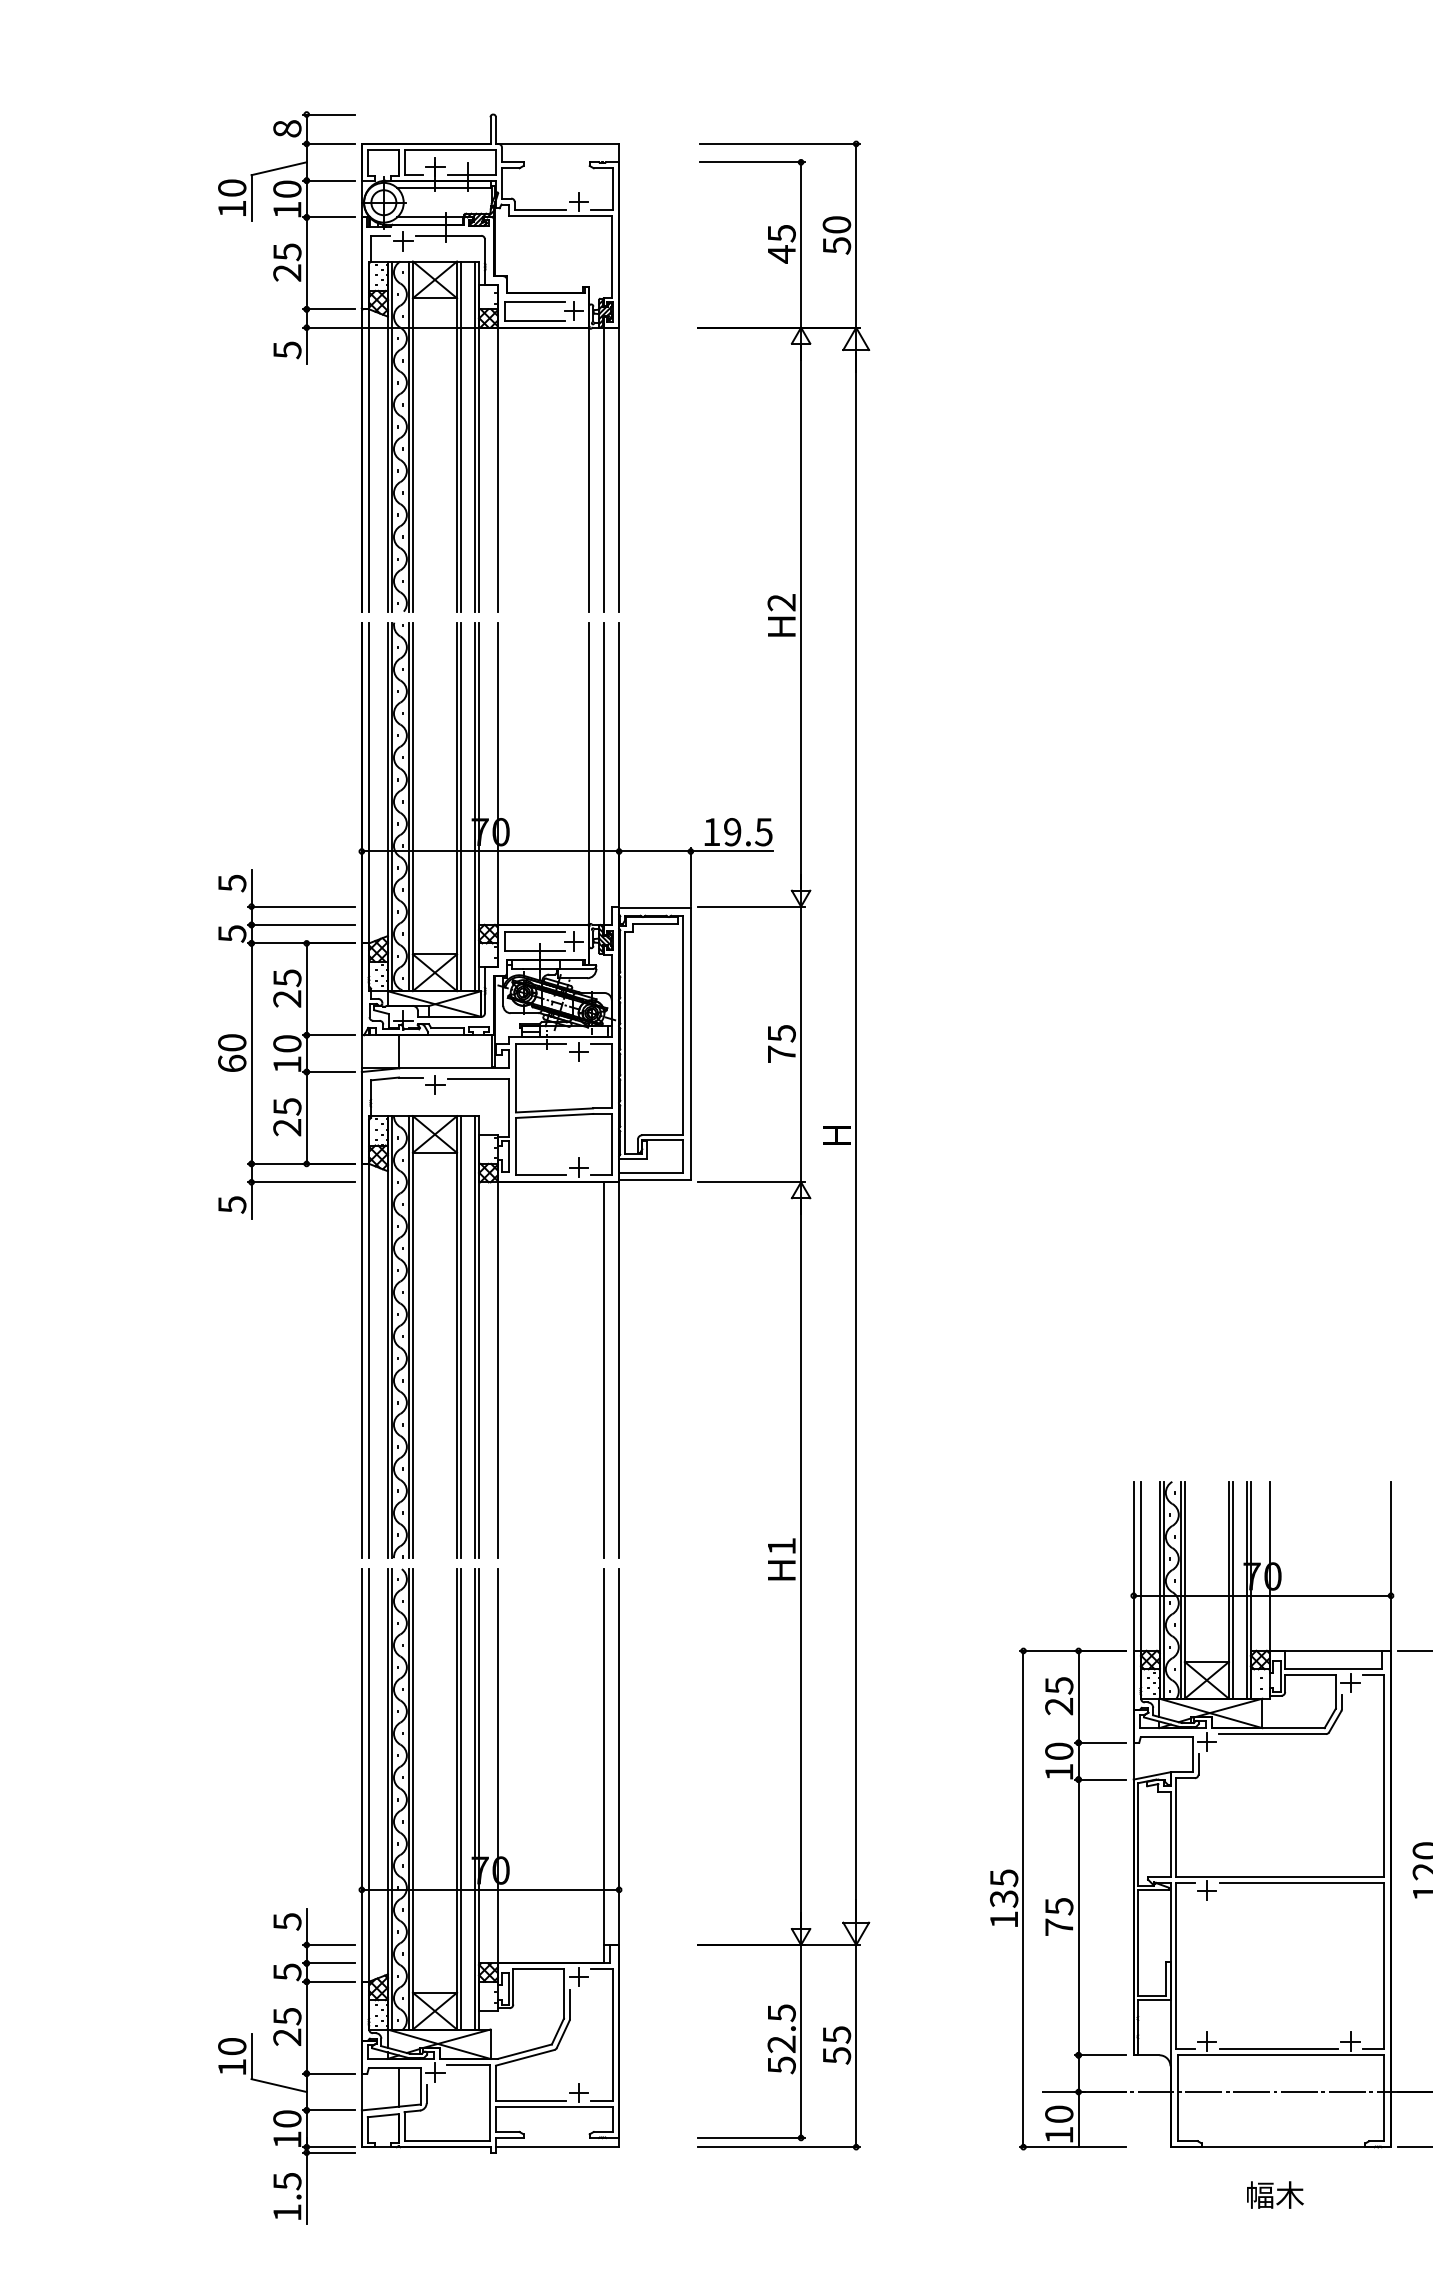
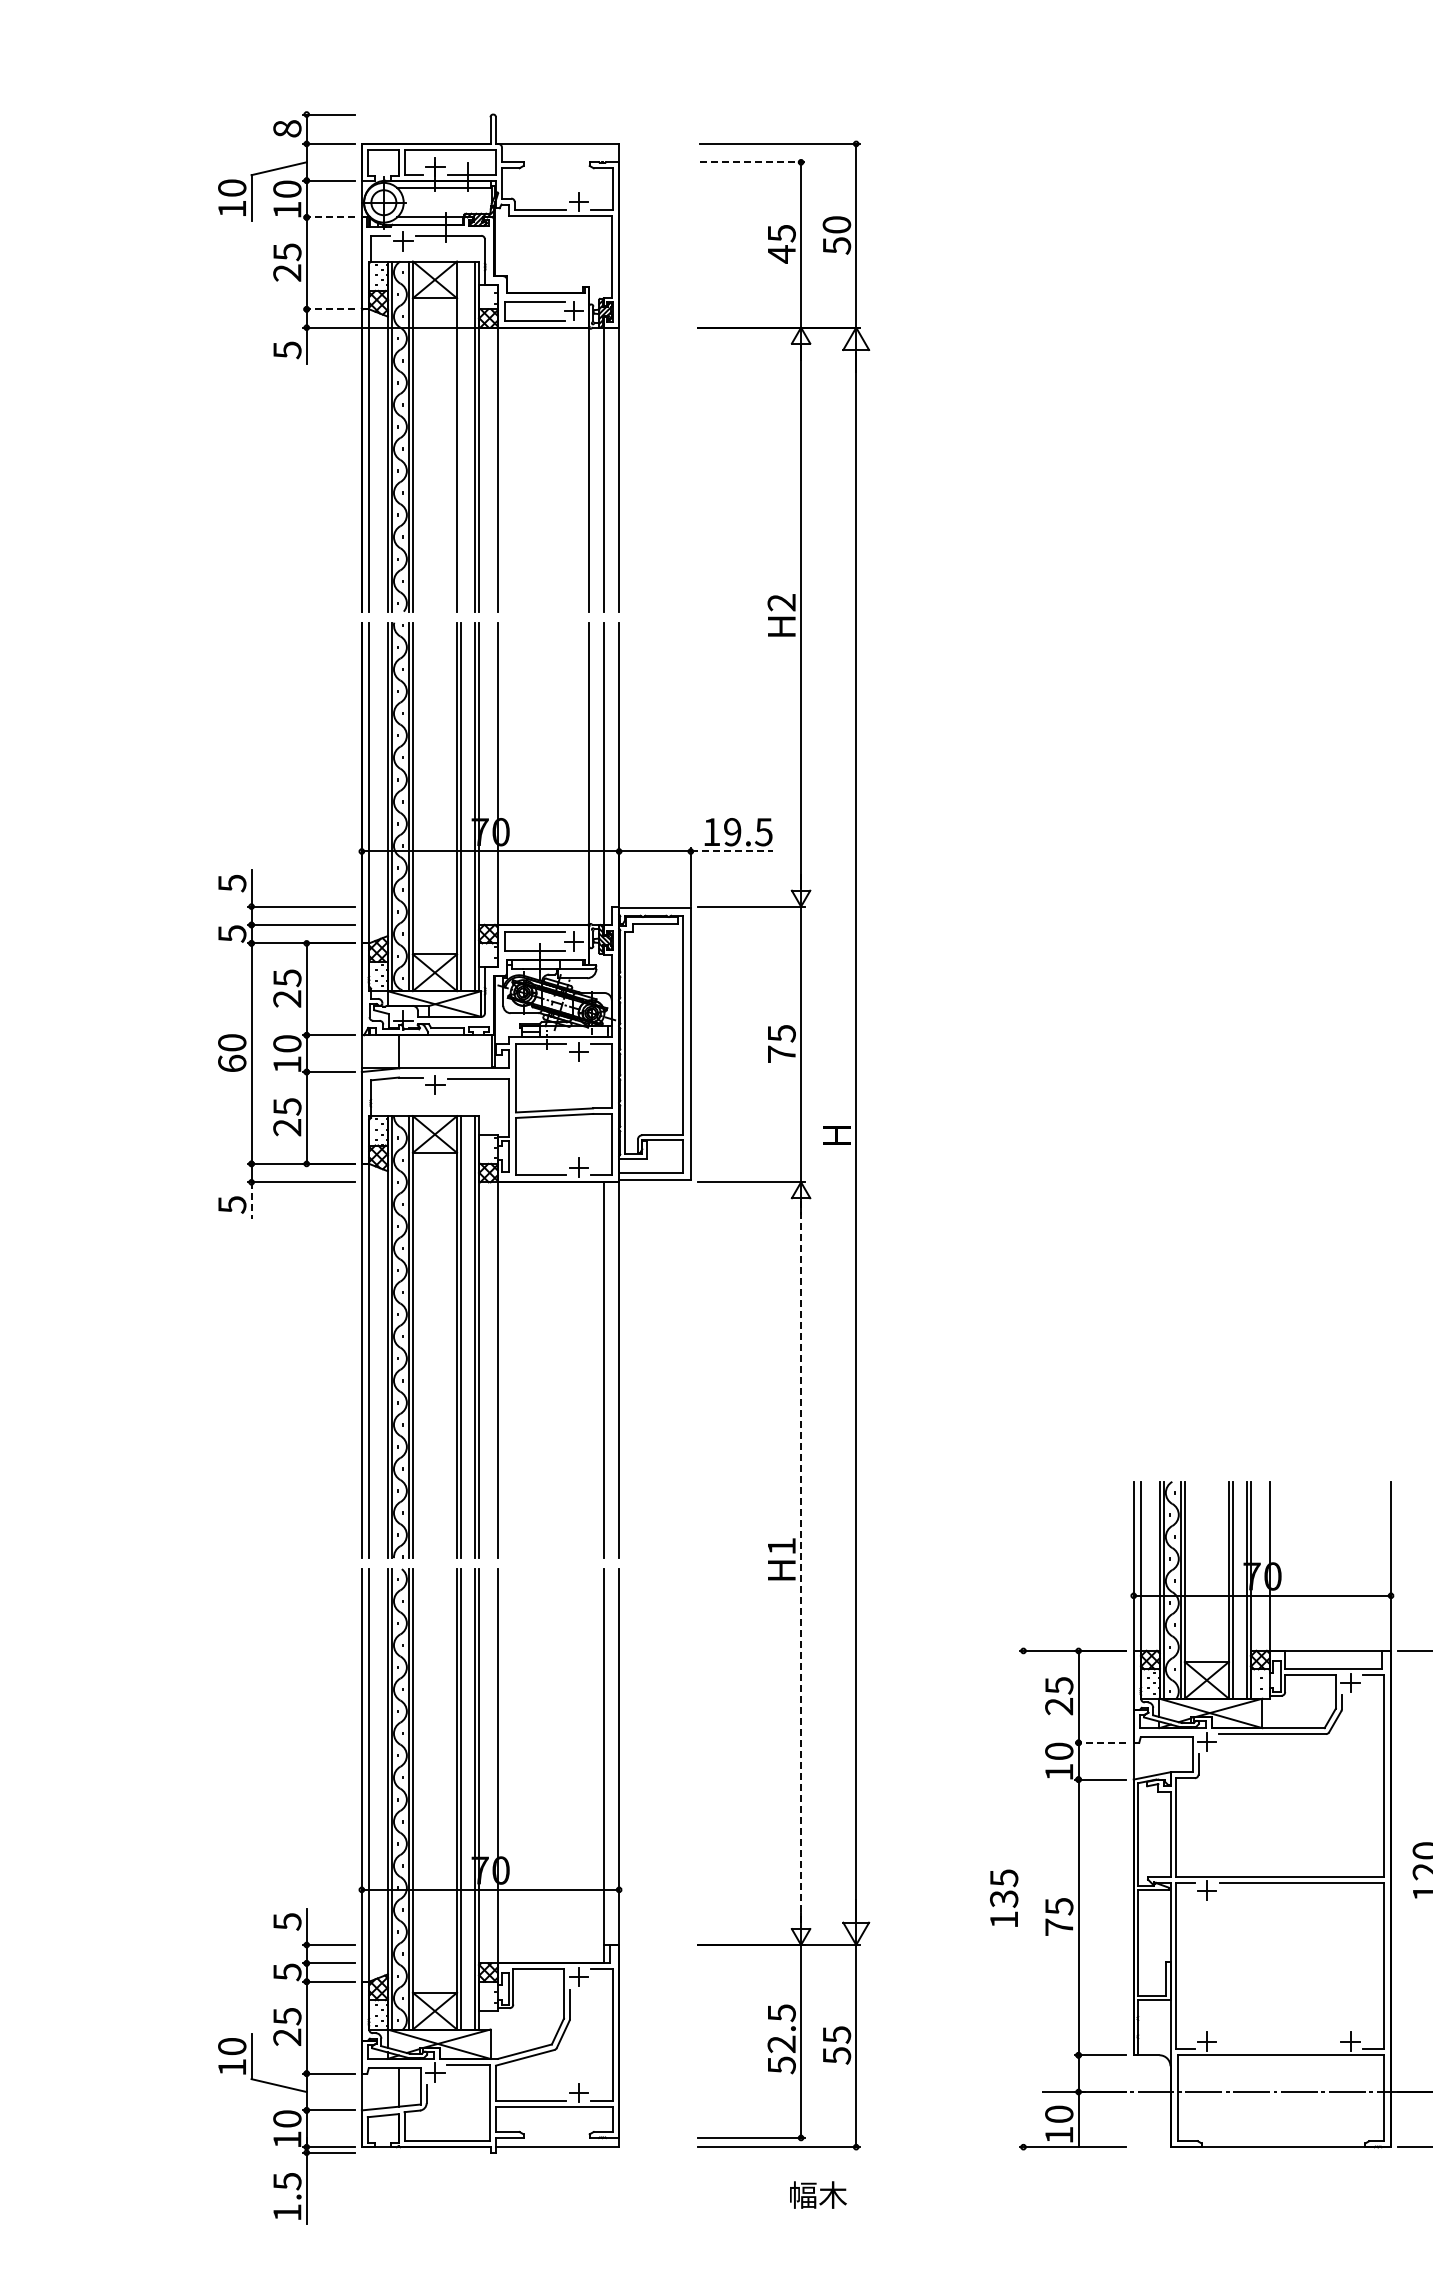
line at (752, 162): solid -> dashed
line at (328, 217): solid -> dashed
line at (328, 309): solid -> dashed
line at (460, 436): present -> none
line at (732, 851): solid -> dashed
line at (251, 1200): solid -> dashed
line at (801, 1563): solid -> dashed
line at (1100, 1742): solid -> dashed
line at (1023, 1898): present -> none
line at (1278, 2049): present -> none
text at (1275, 2194) position: (1275, 2194) -> (818, 2194)
